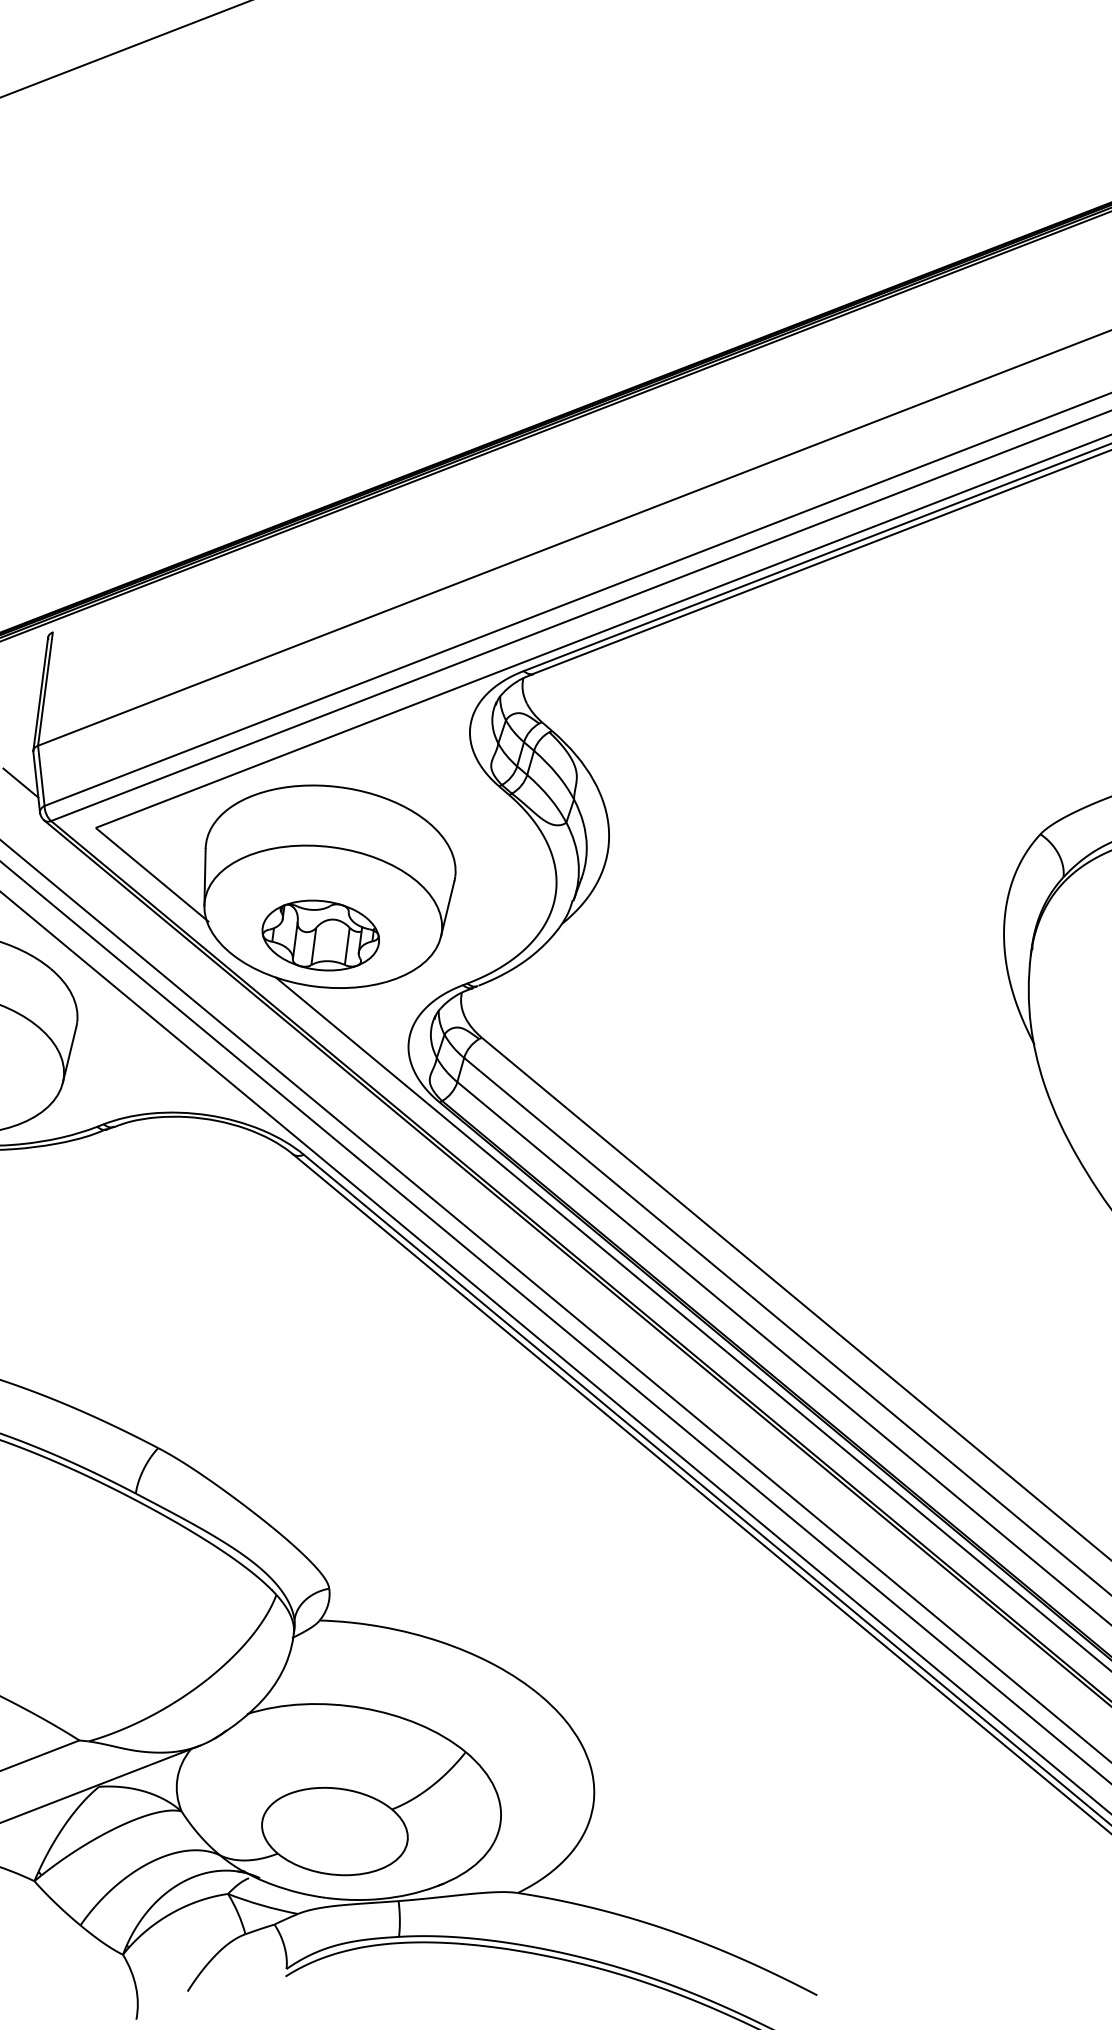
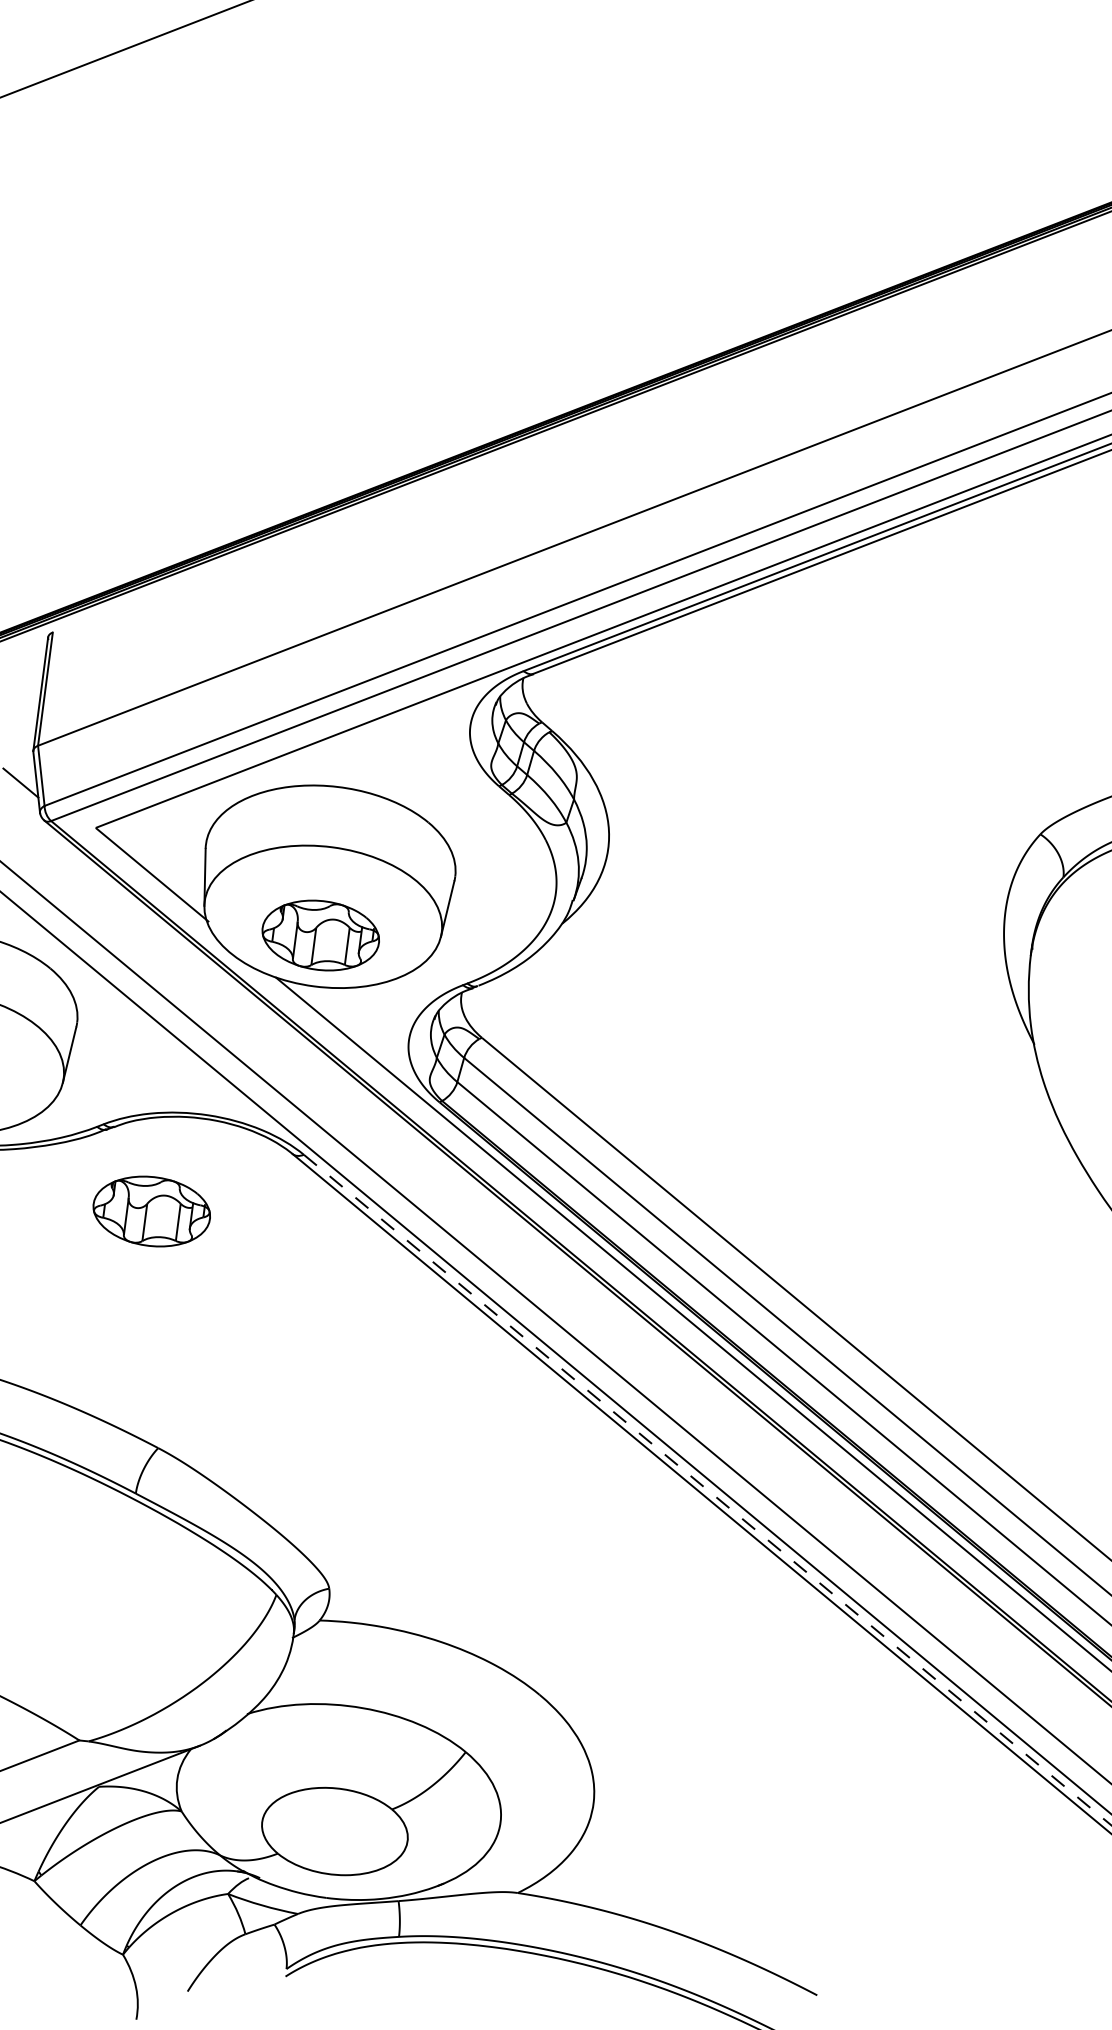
part at (151, 1211): none -> present
line at (555, 1300): present -> none
line at (708, 1490): solid -> dashed
